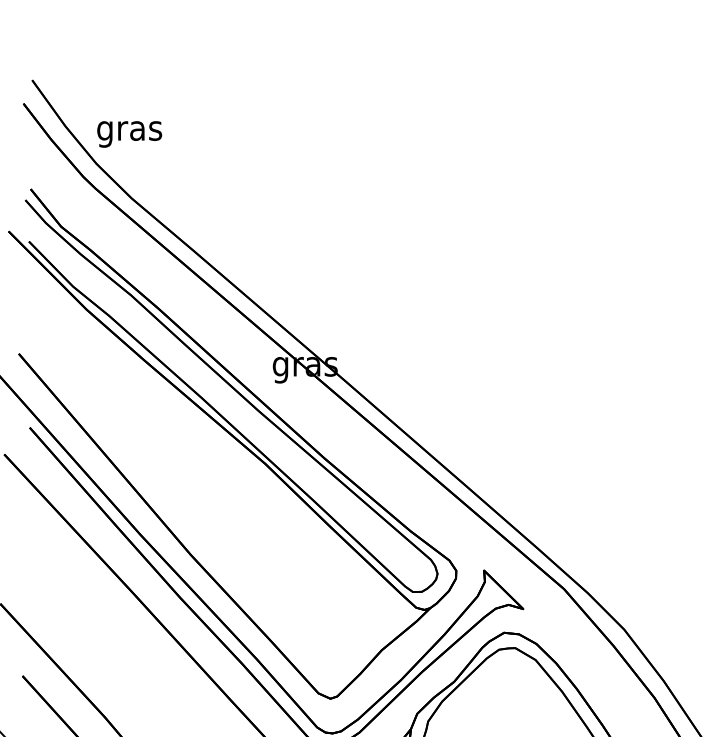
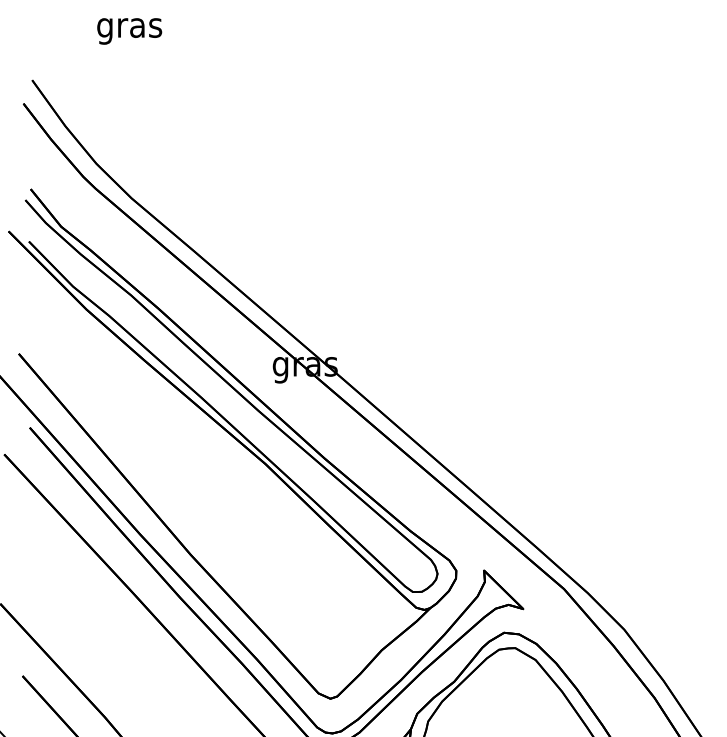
text at (129, 134) position: (129, 134) -> (129, 31)
